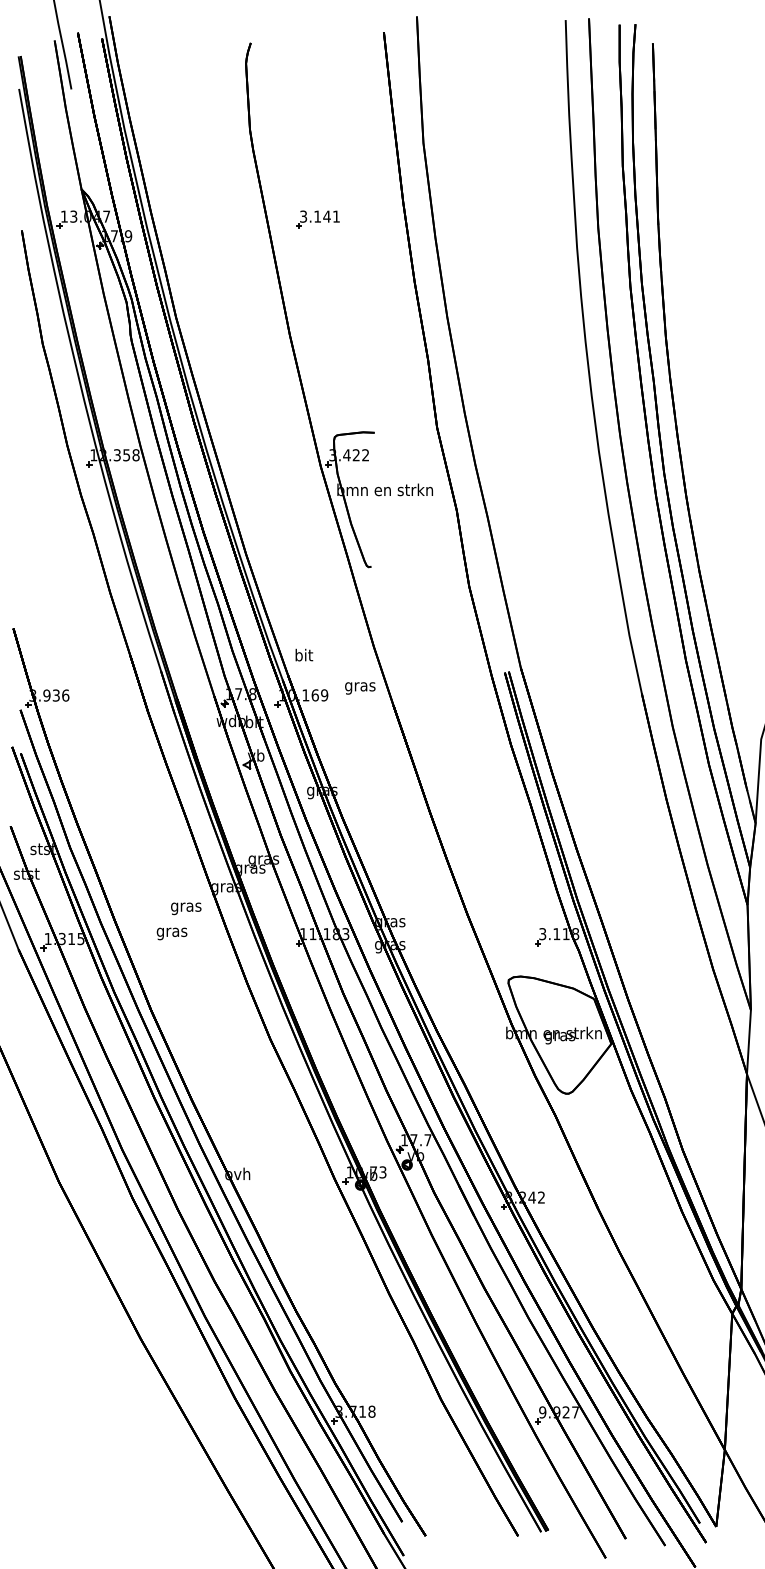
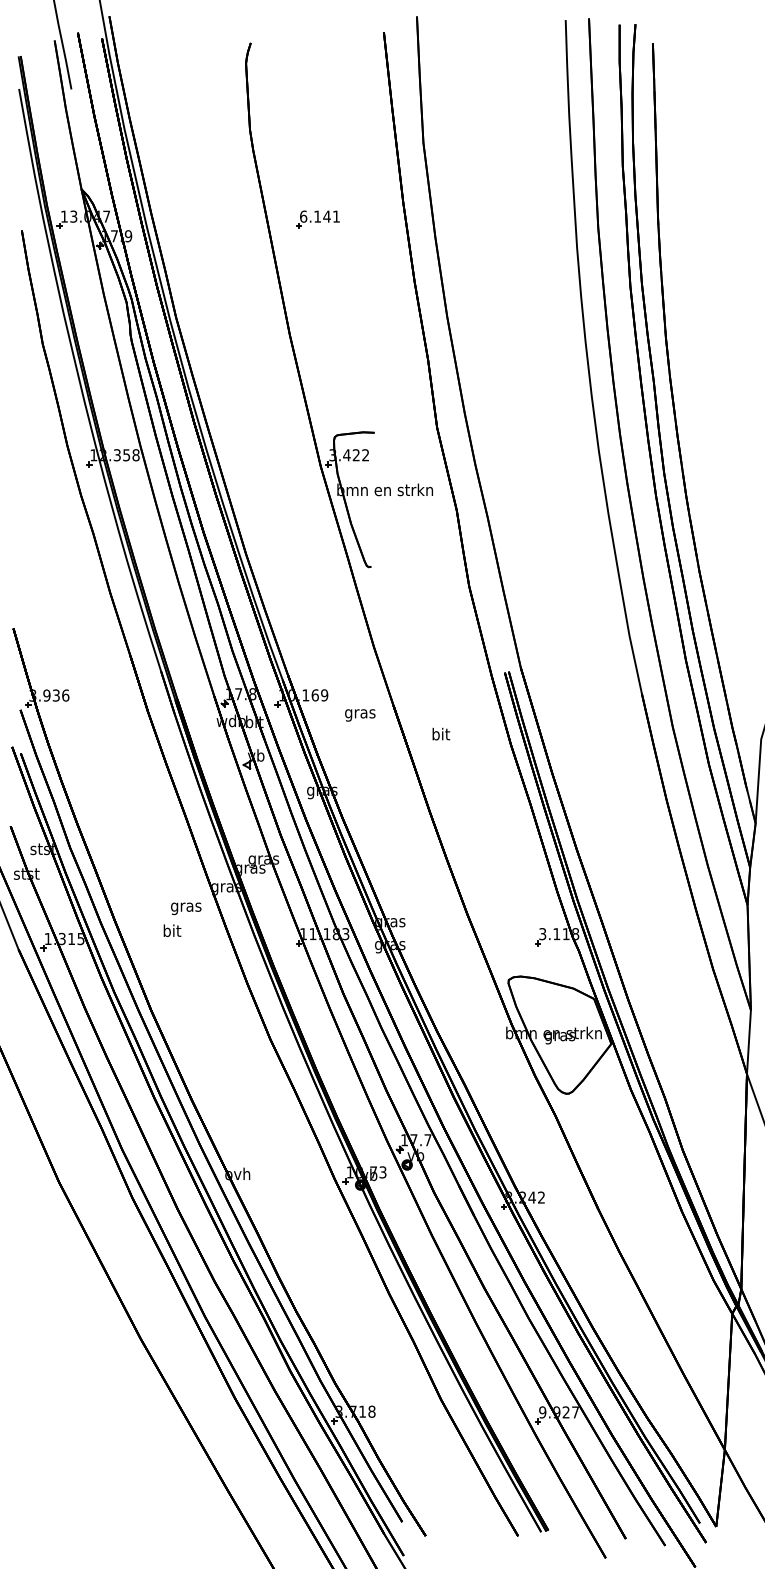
text at (303, 216): 3.141 -> 6.141
text at (304, 654) position: (304, 654) -> (441, 733)
text at (360, 688) position: (360, 688) -> (360, 715)
text at (171, 932): gras -> bit
